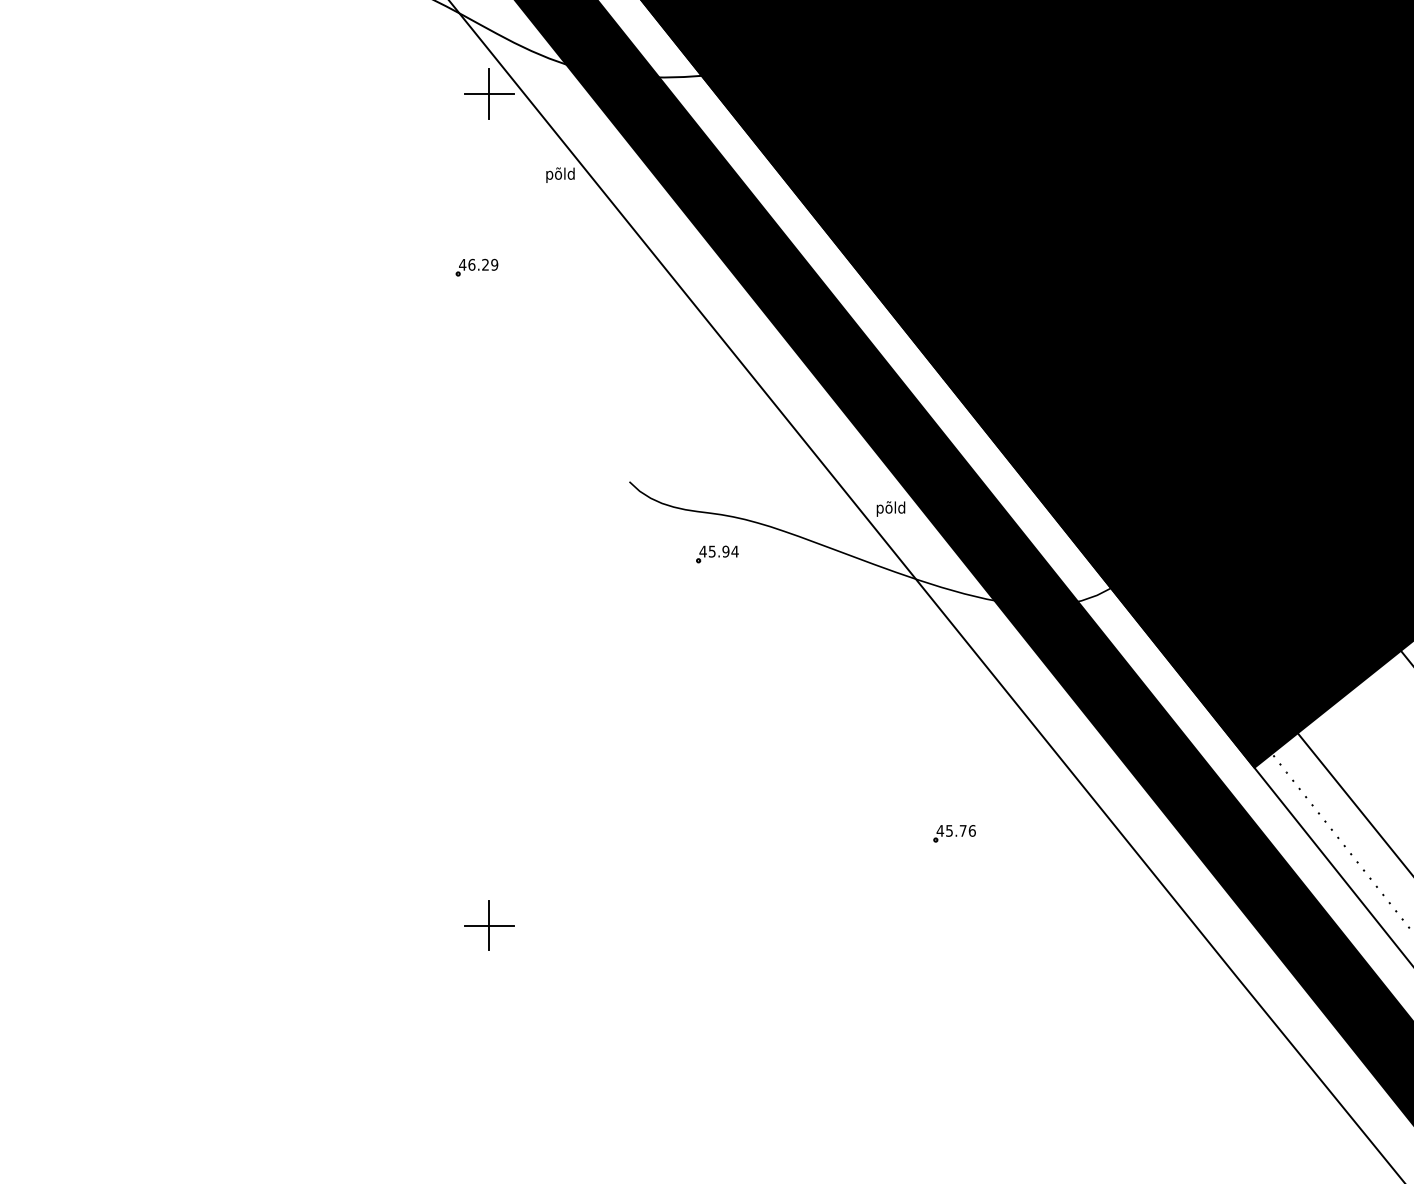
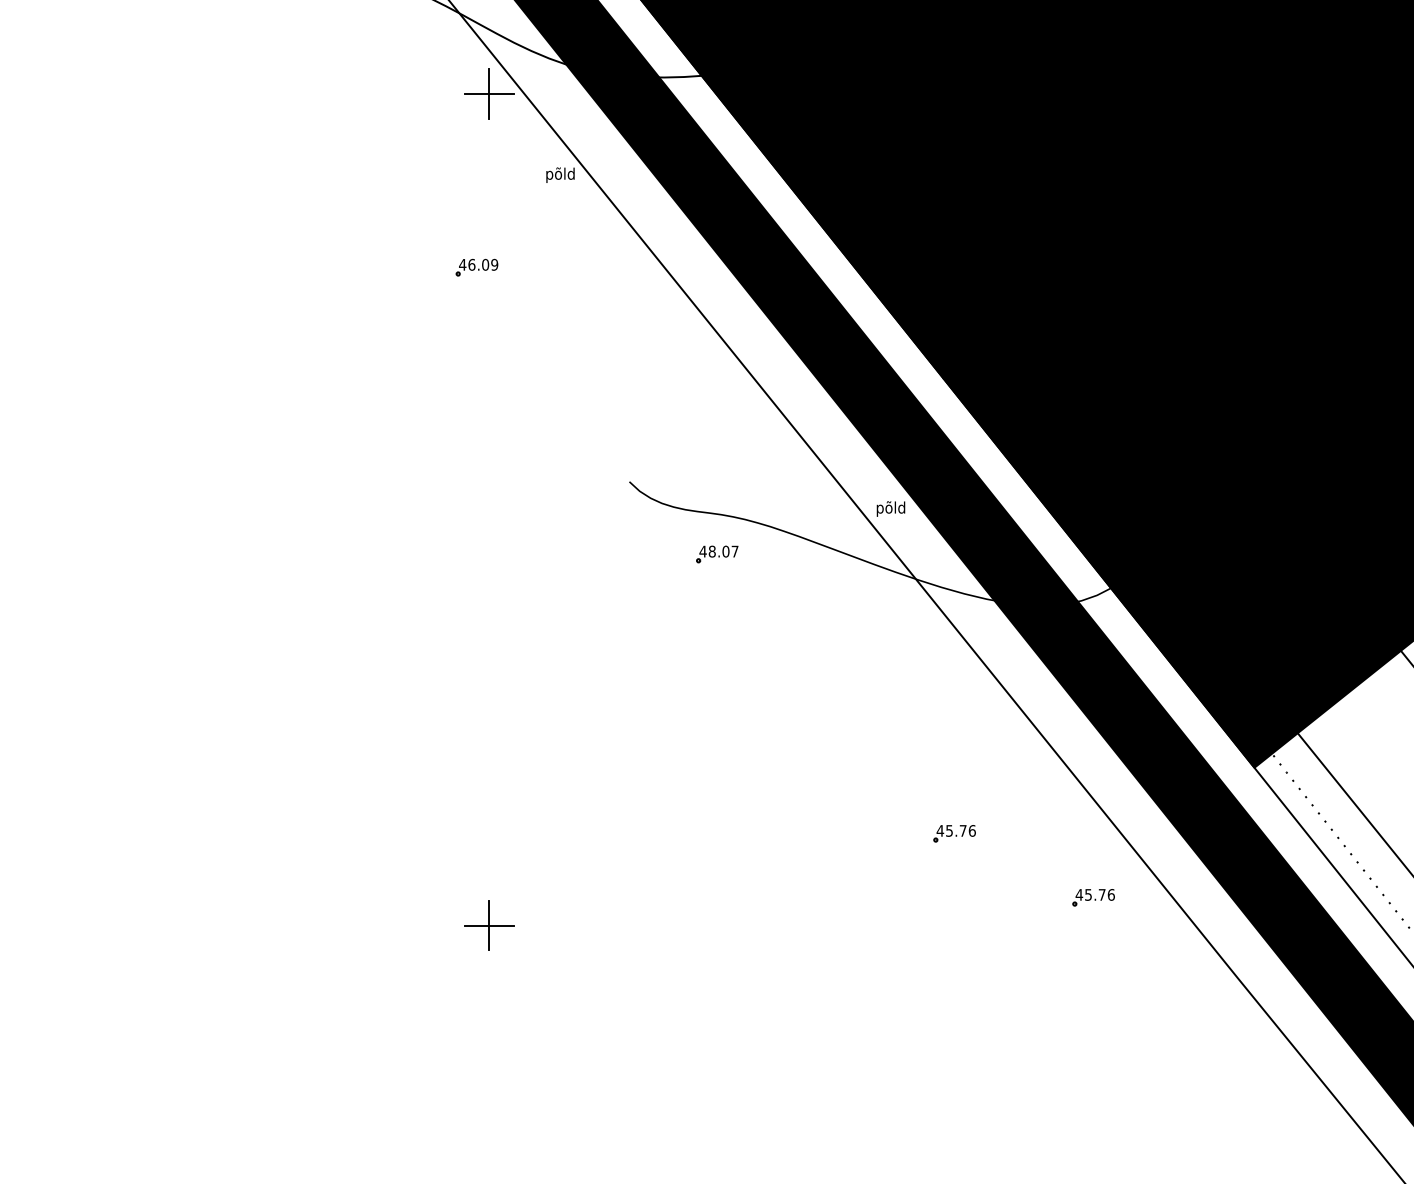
text at (485, 264): 46.29 -> 46.09
text at (723, 551): 45.94 -> 48.07
part at (1093, 897): none -> present
